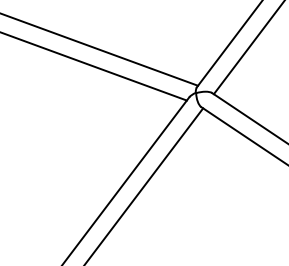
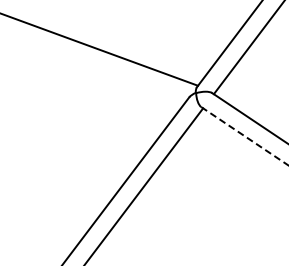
line at (94, 66): present -> none
line at (245, 136): solid -> dashed
